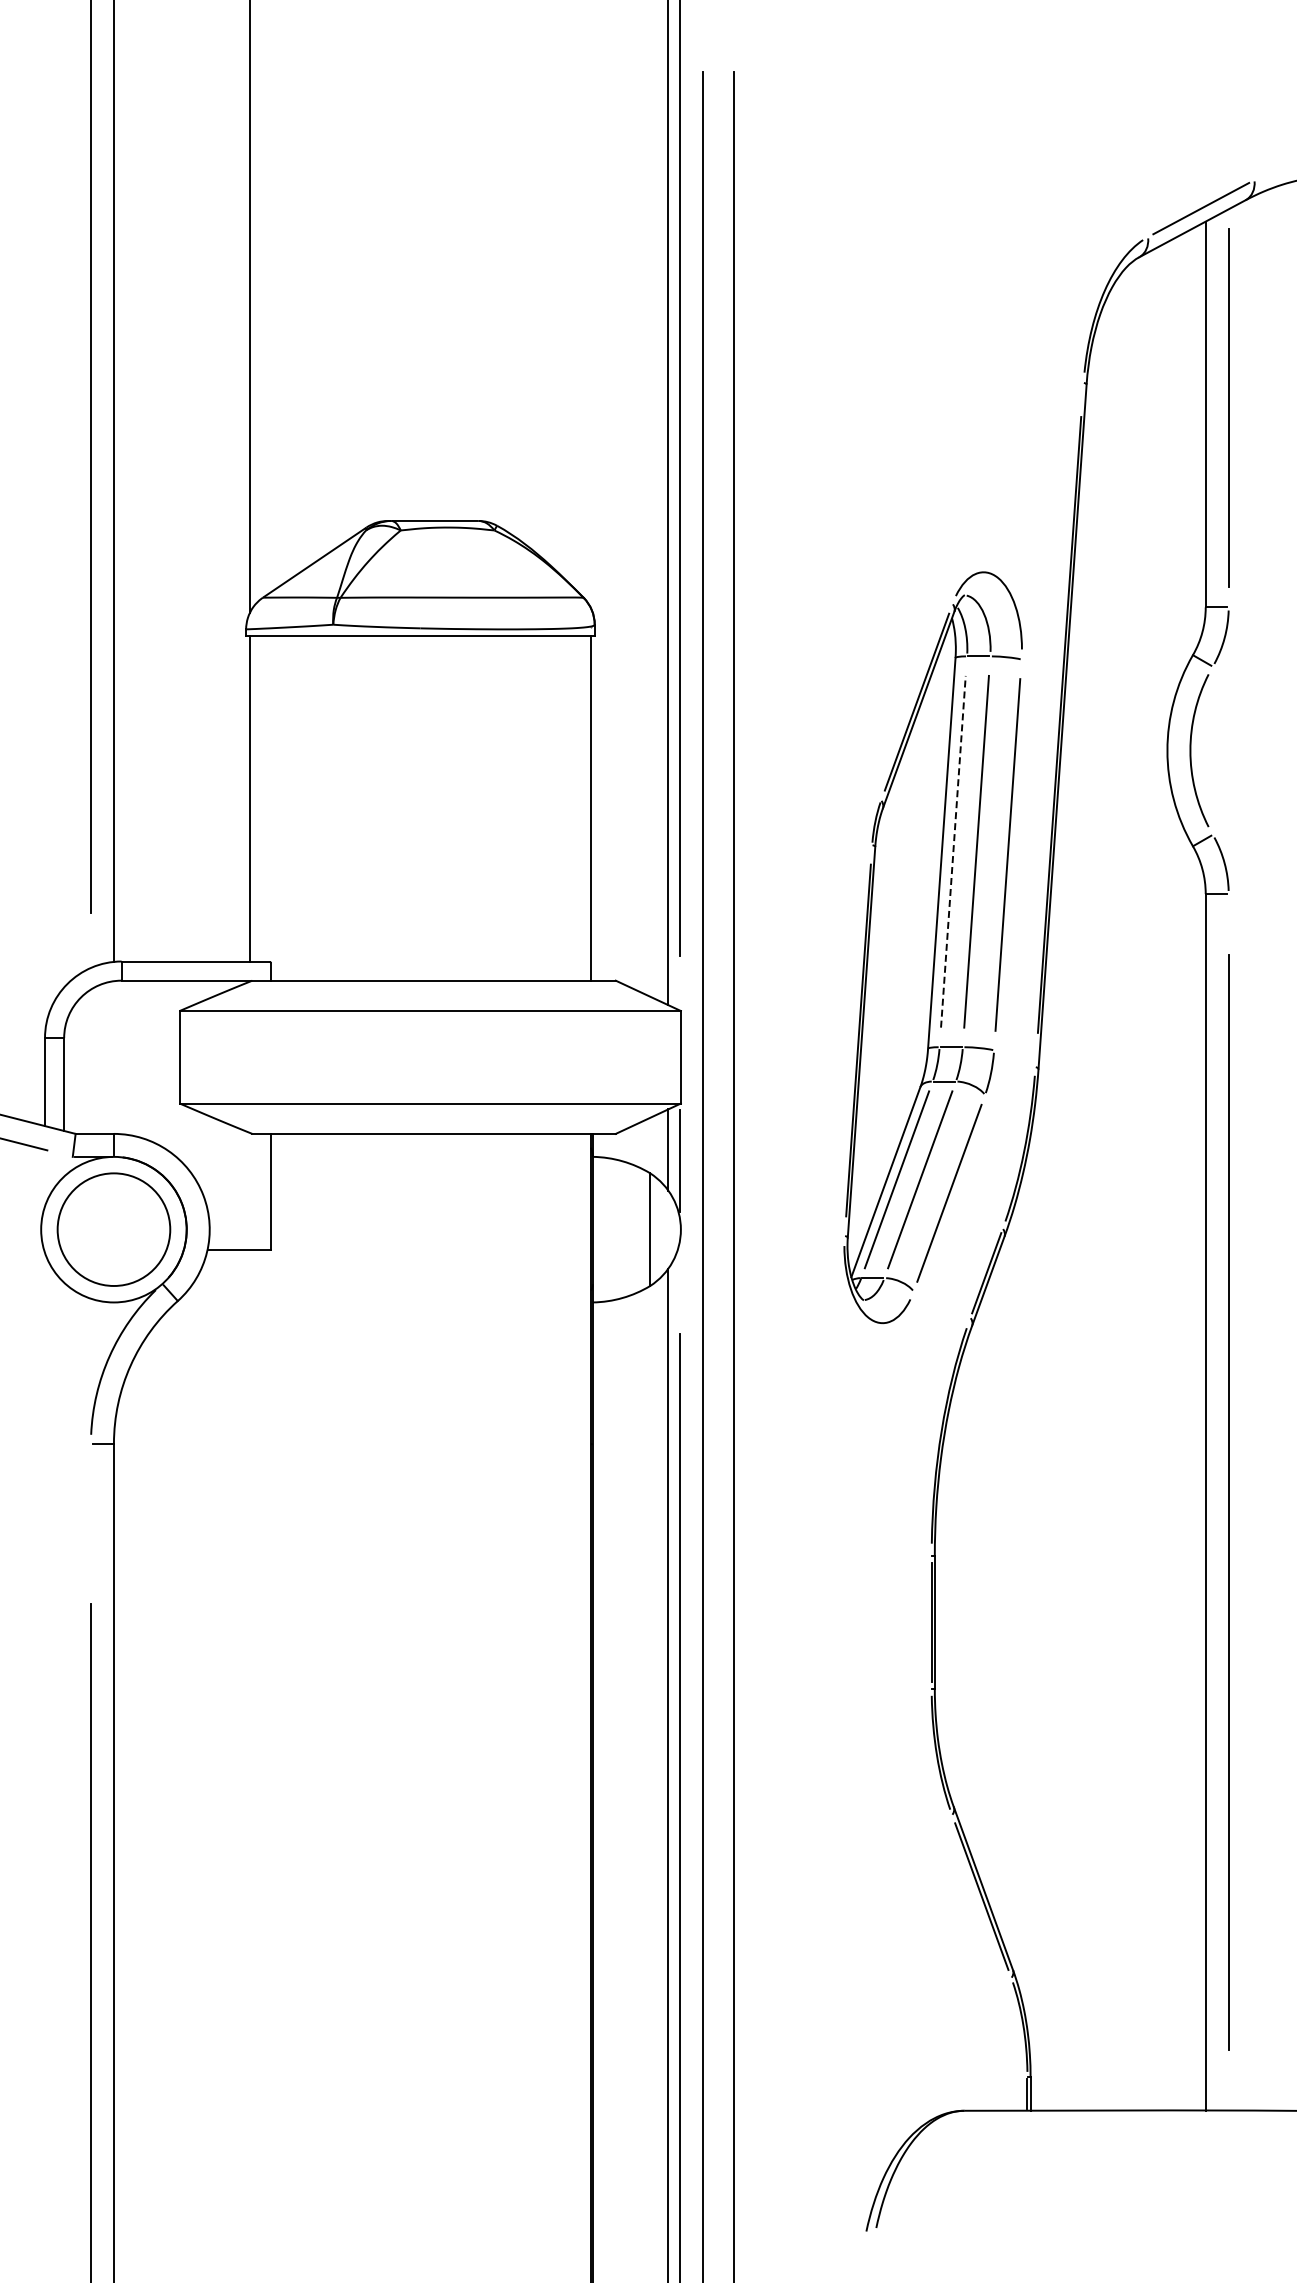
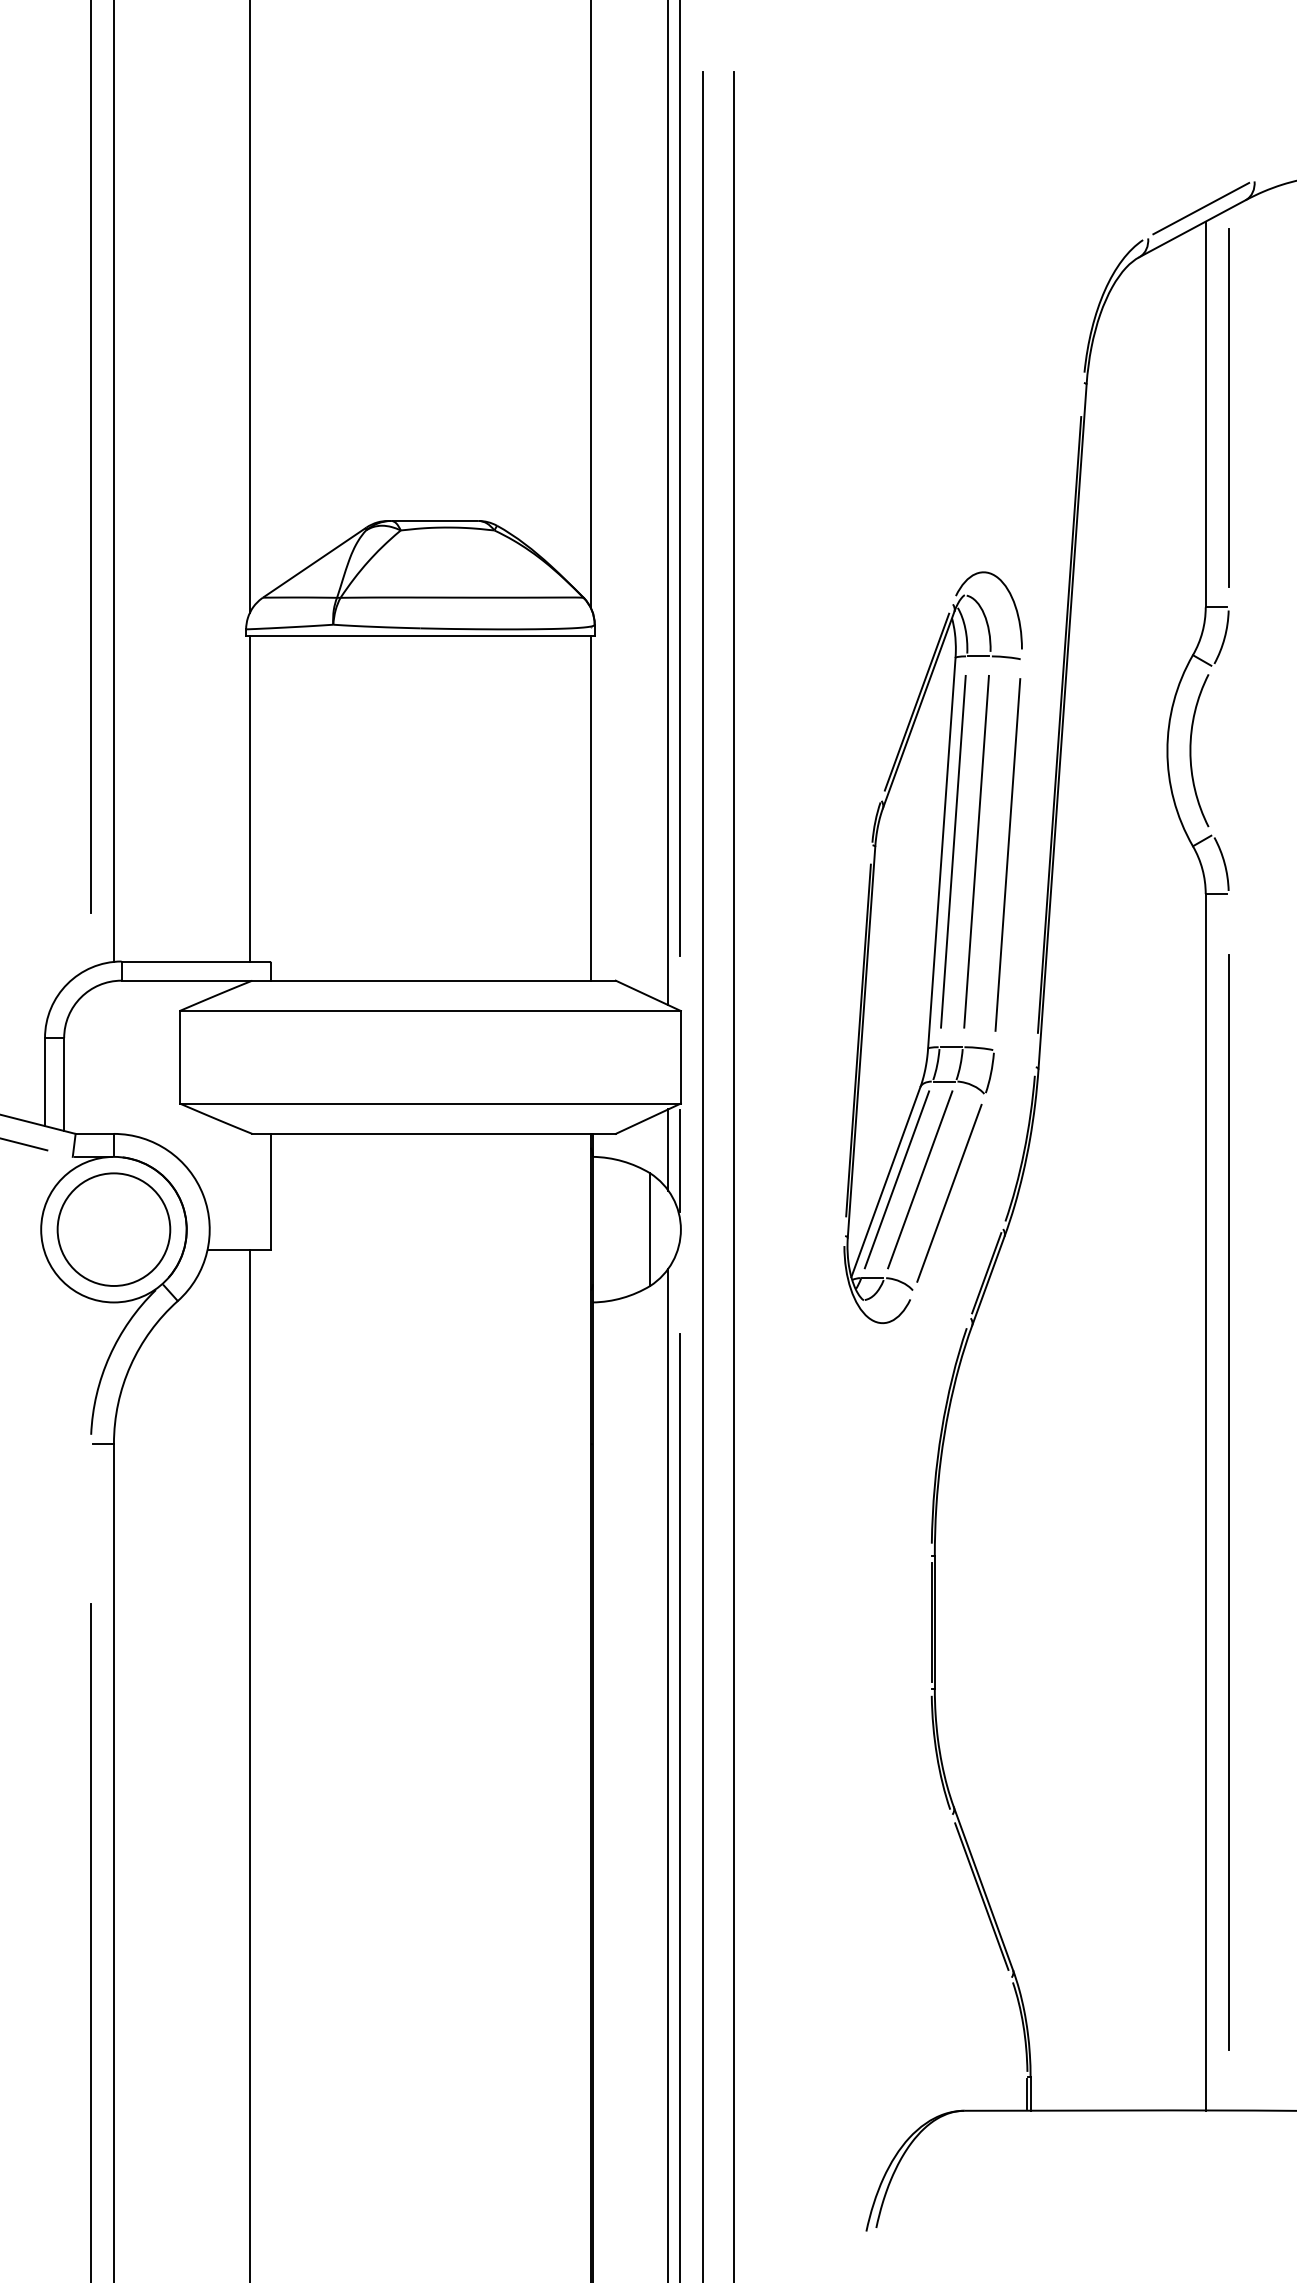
line at (590, 305): none -> present
line at (953, 851): dashed -> solid
line at (249, 1764): none -> present
